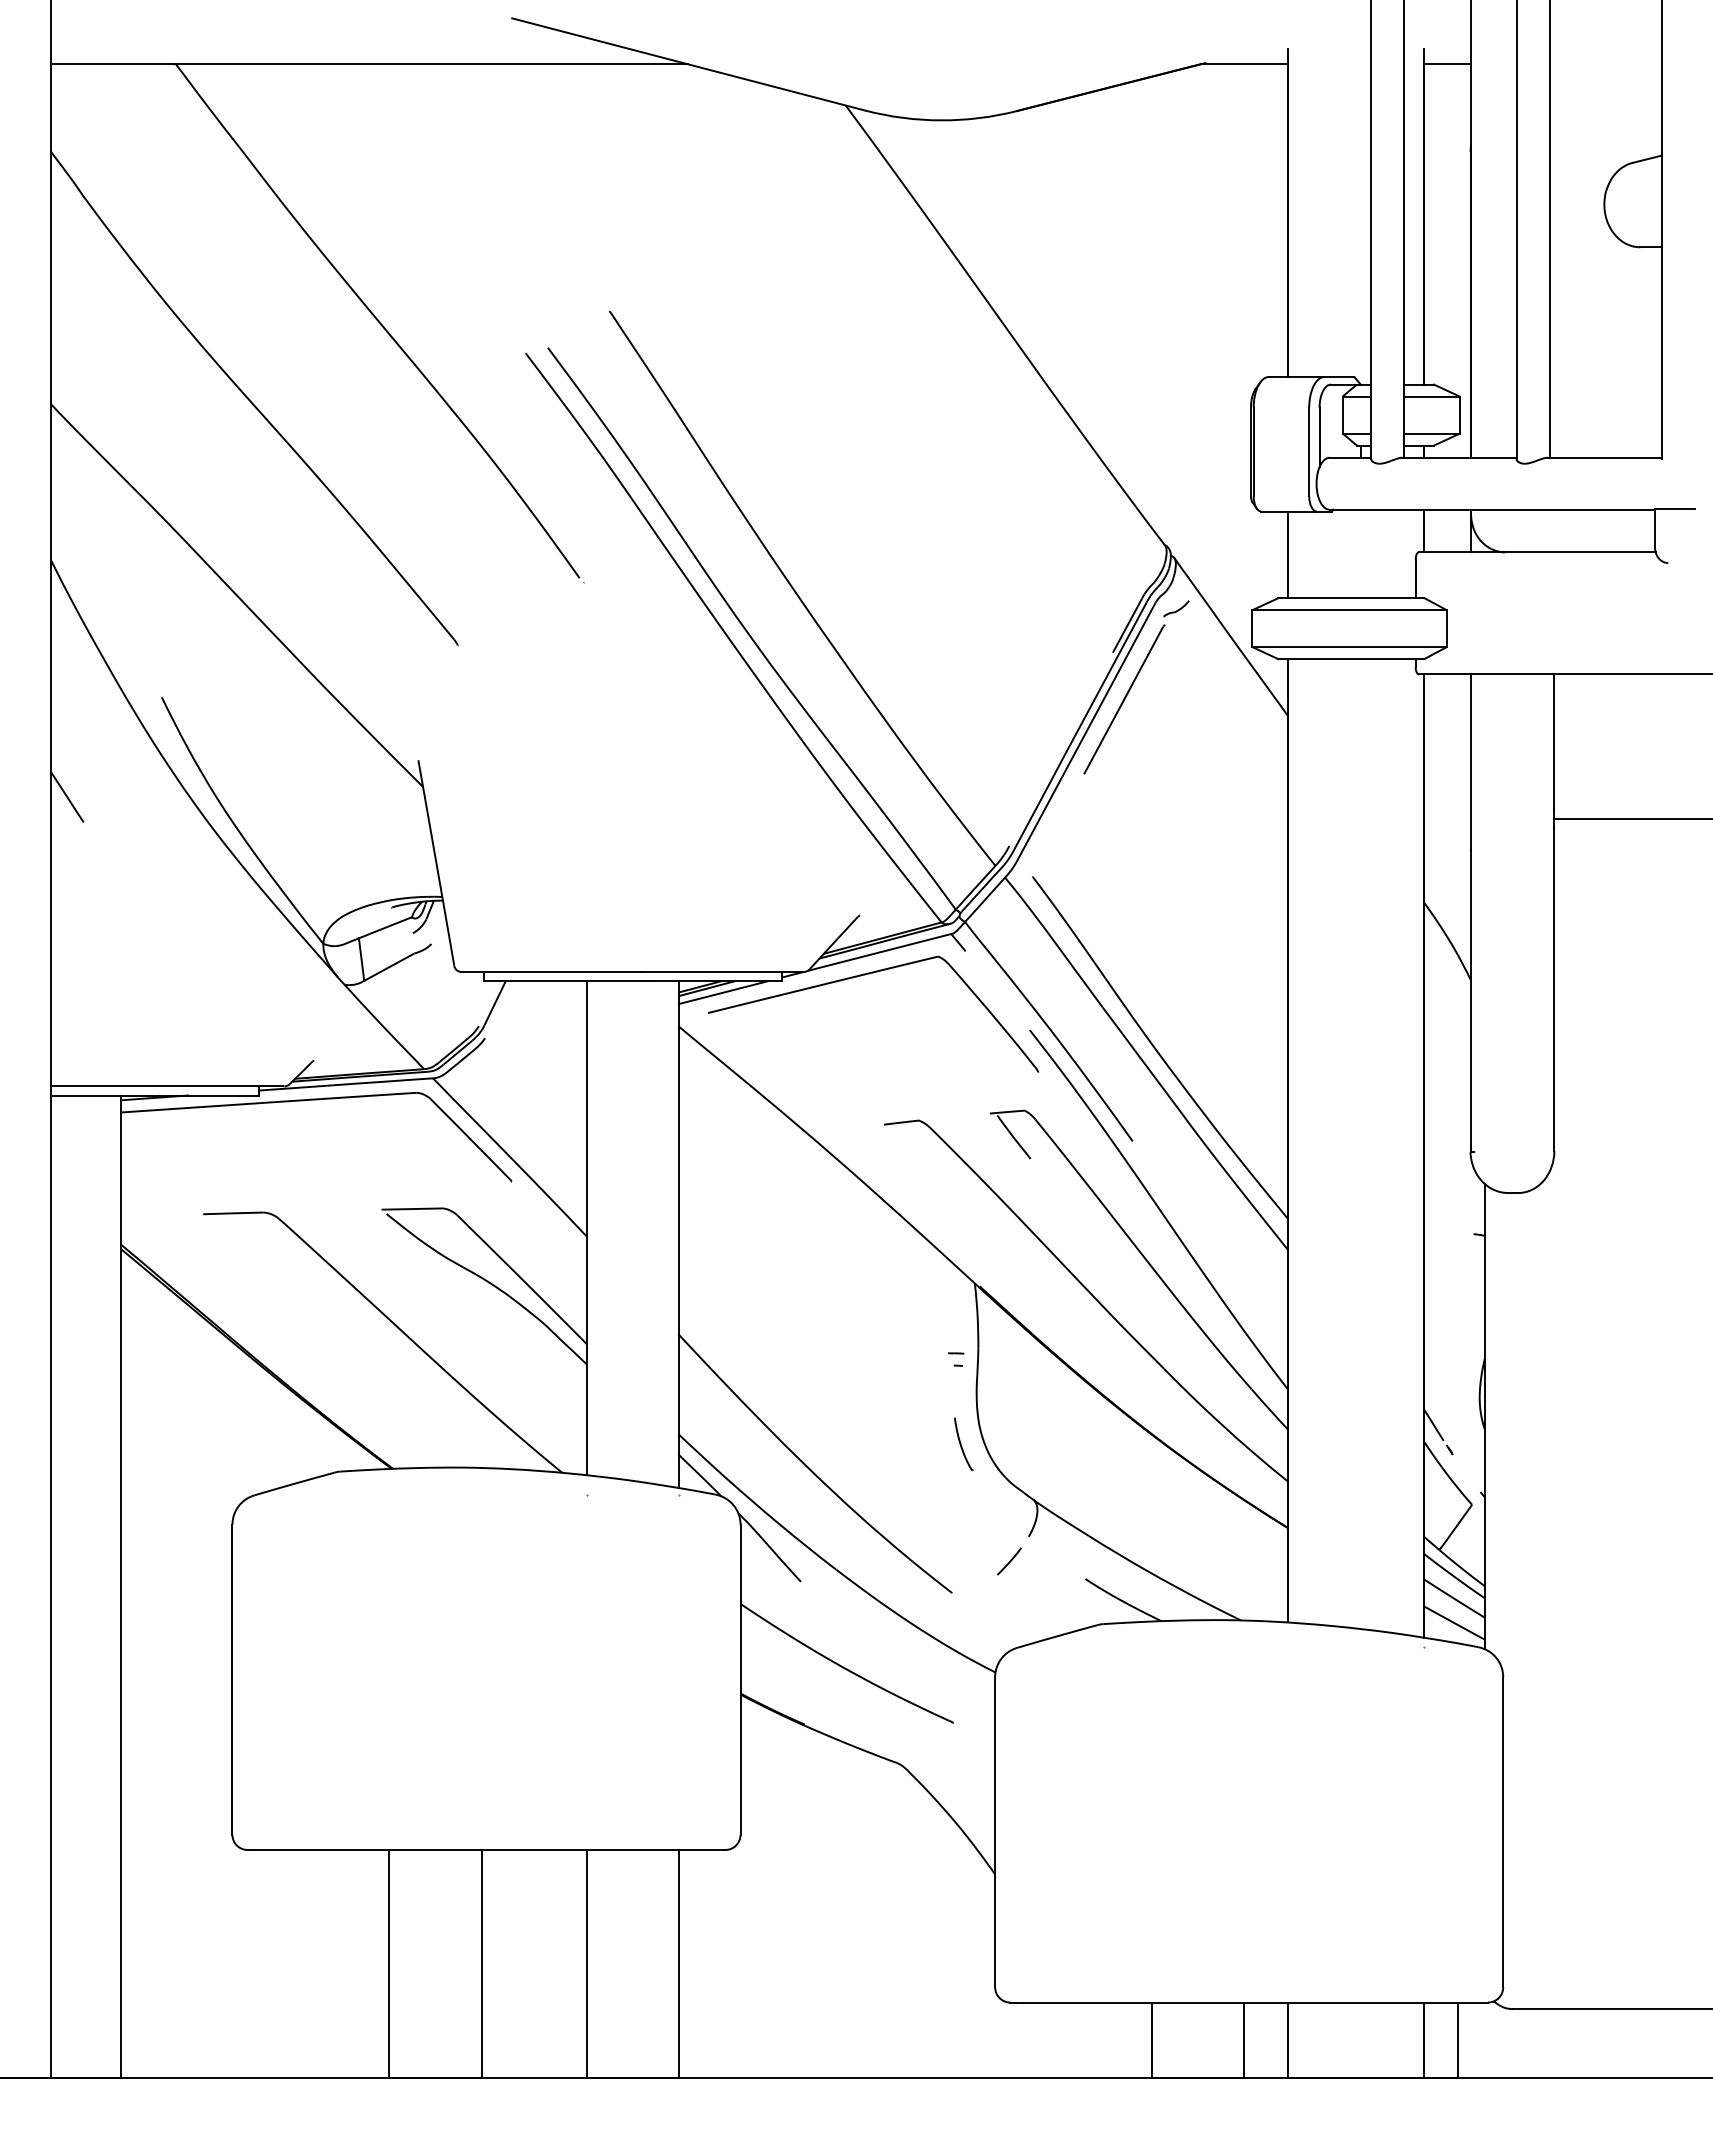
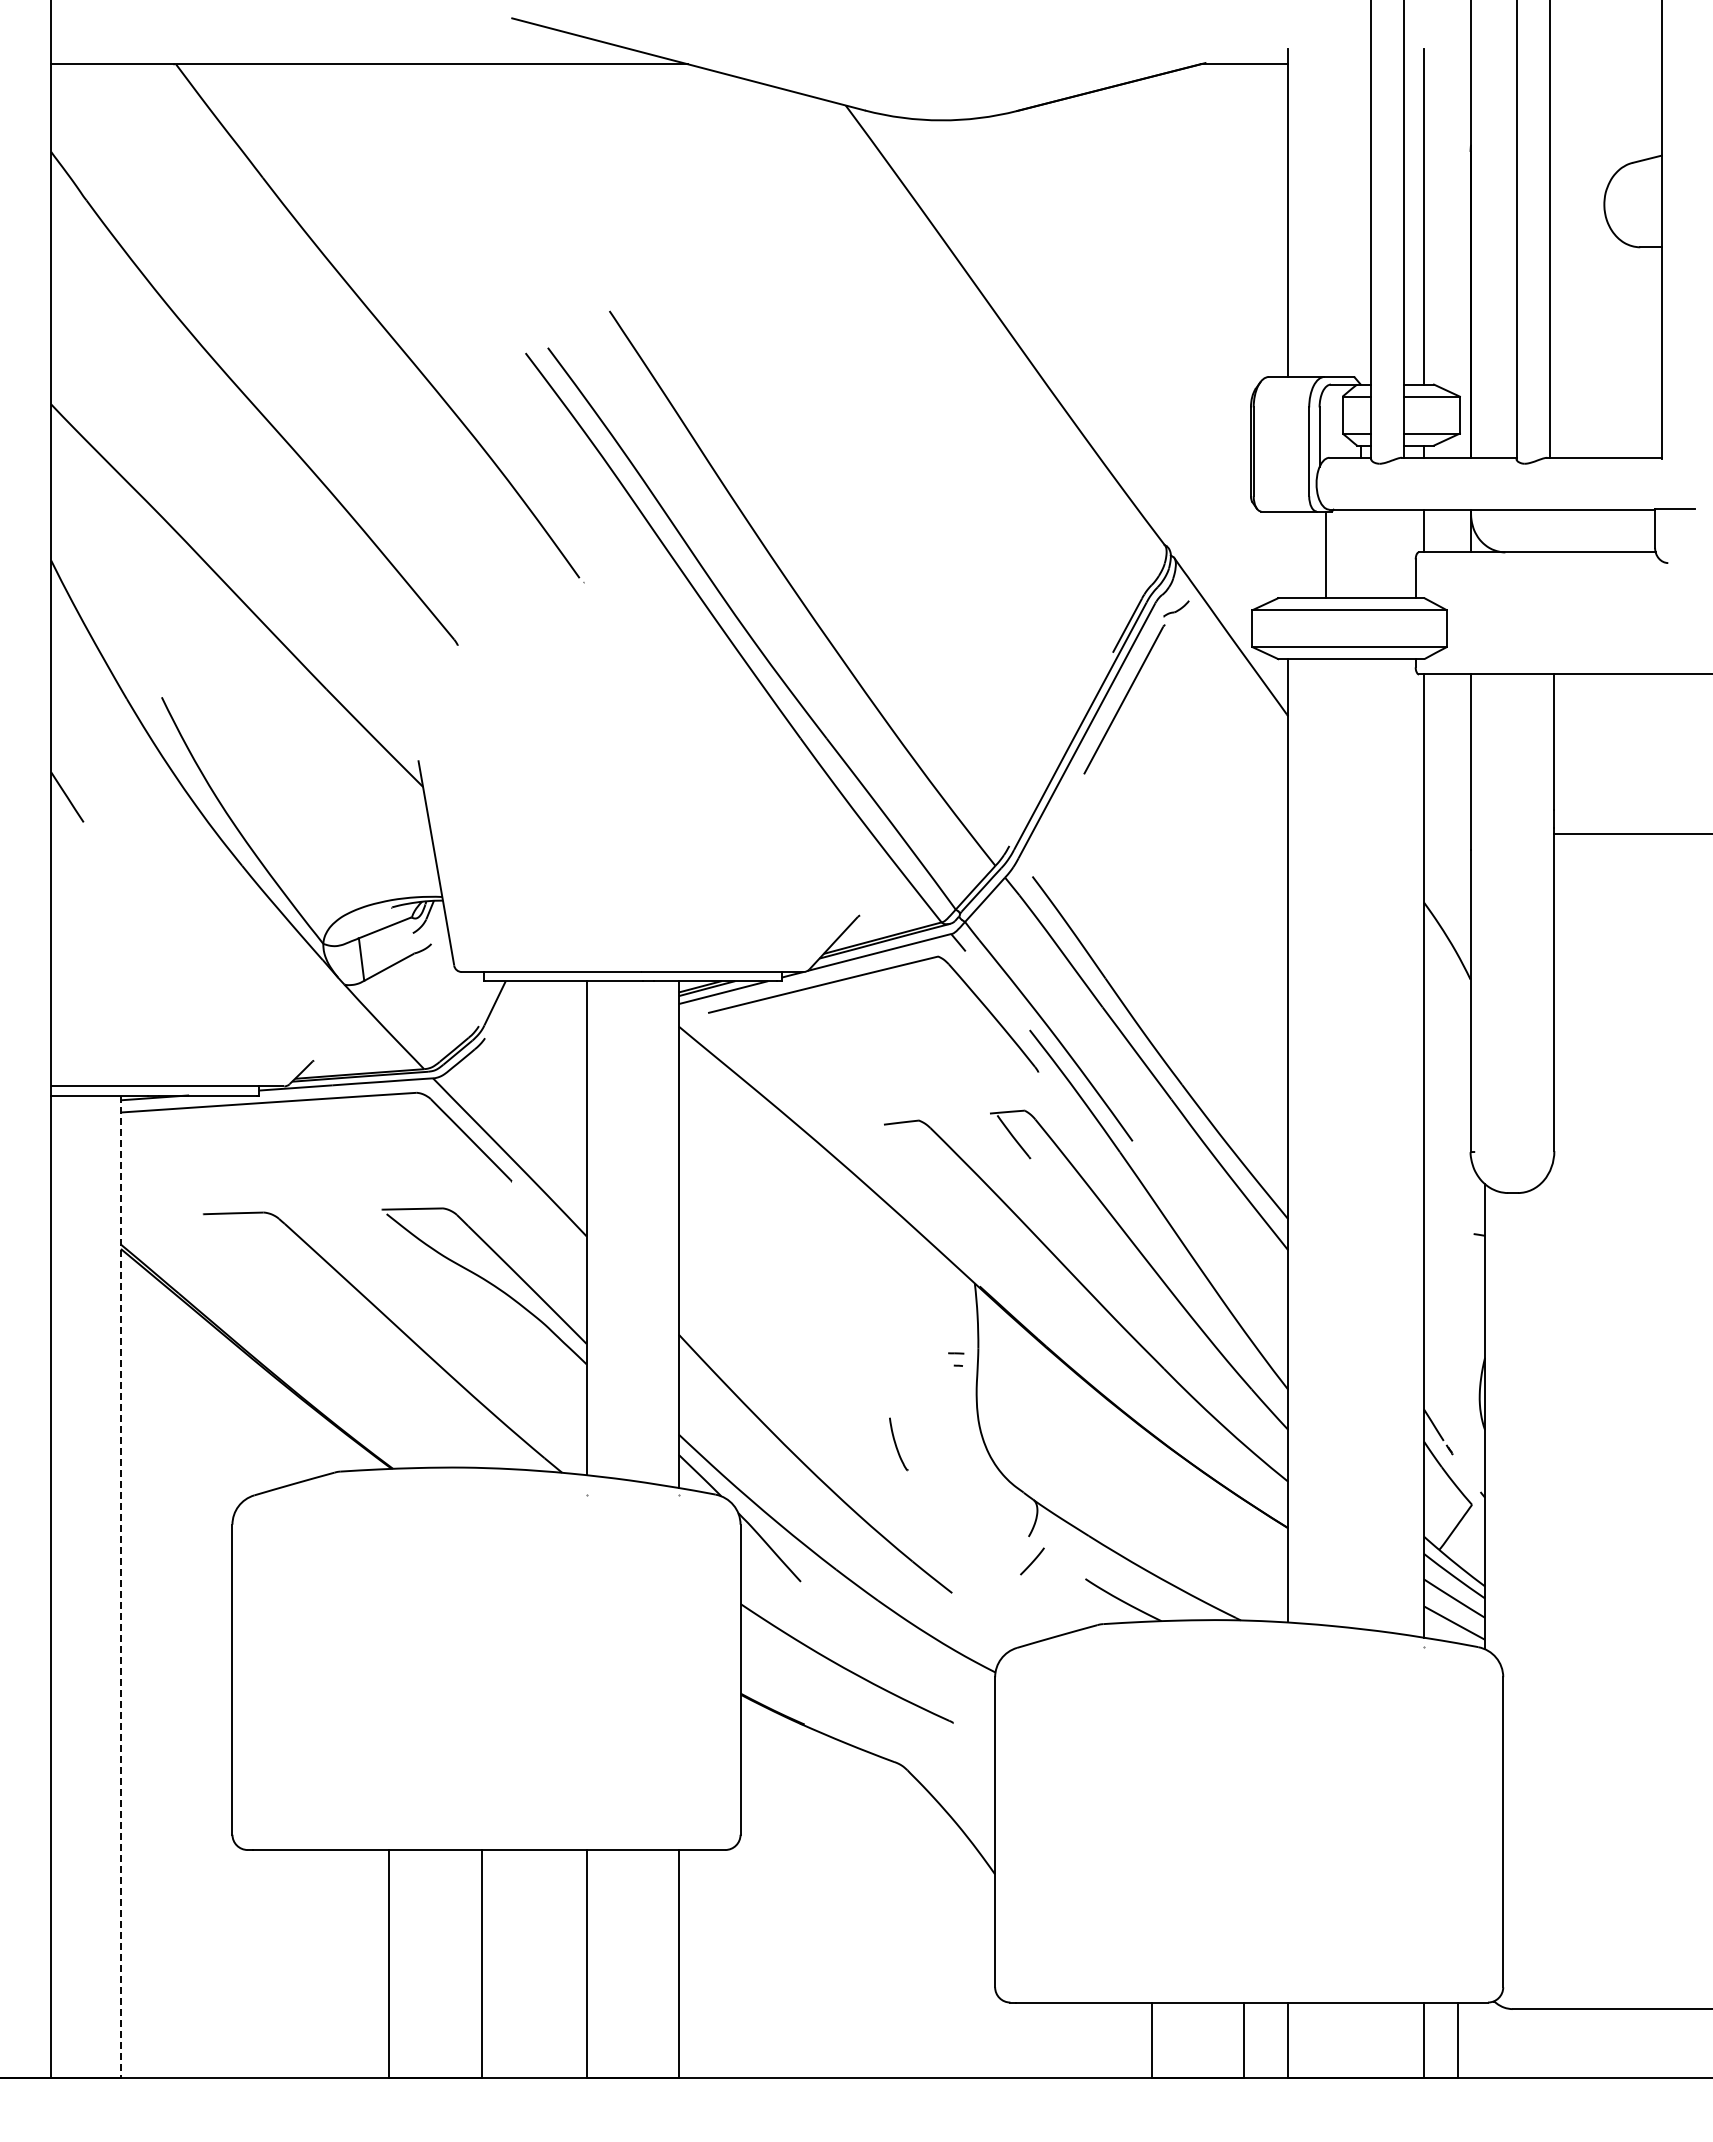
line at (1447, 64): present -> none
line at (1288, 554) position: (1288, 554) -> (1326, 554)
line at (1631, 819) position: (1631, 819) -> (1631, 834)
part at (963, 1444) position: (963, 1444) -> (898, 1444)
line at (1009, 1561) position: (1009, 1561) -> (1032, 1561)
line at (120, 1587): solid -> dashed
